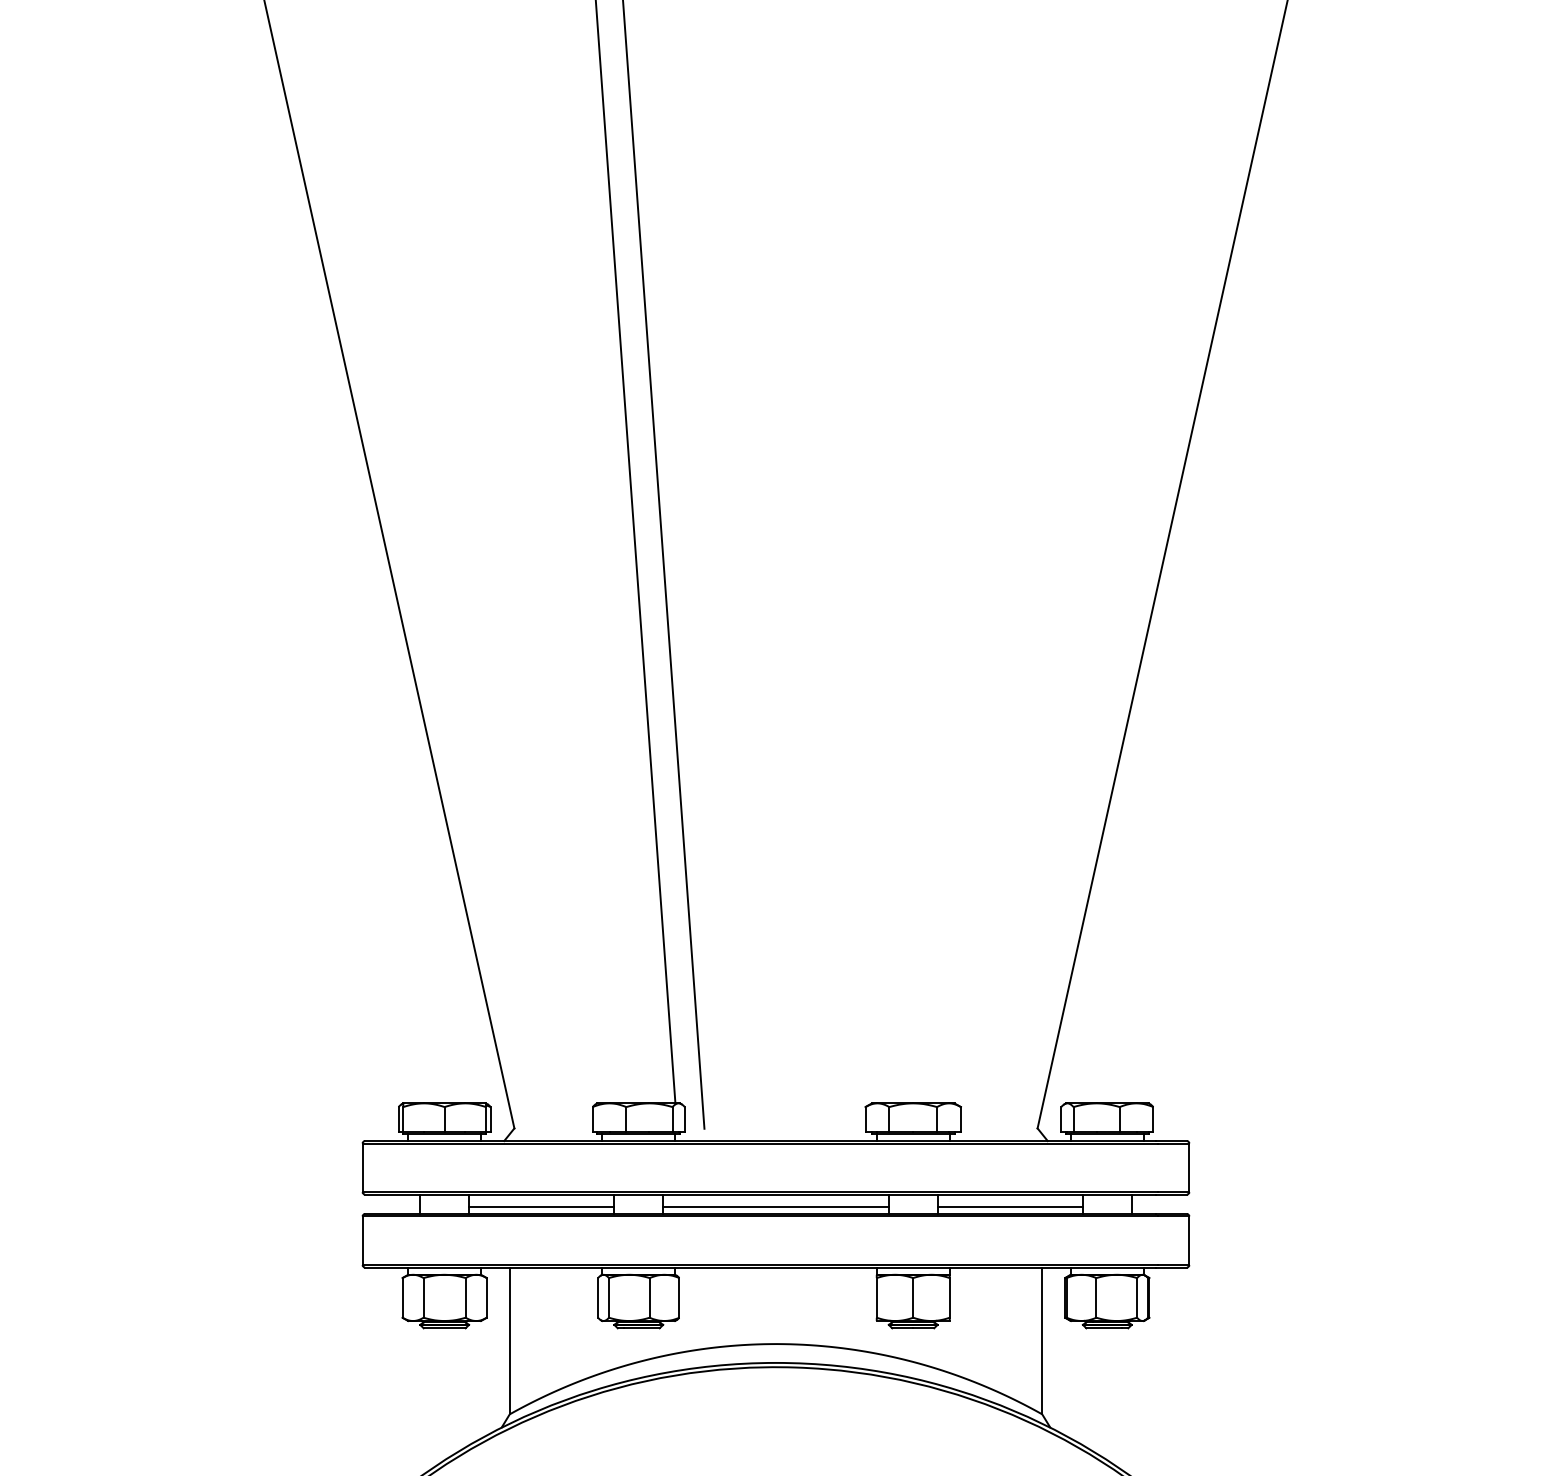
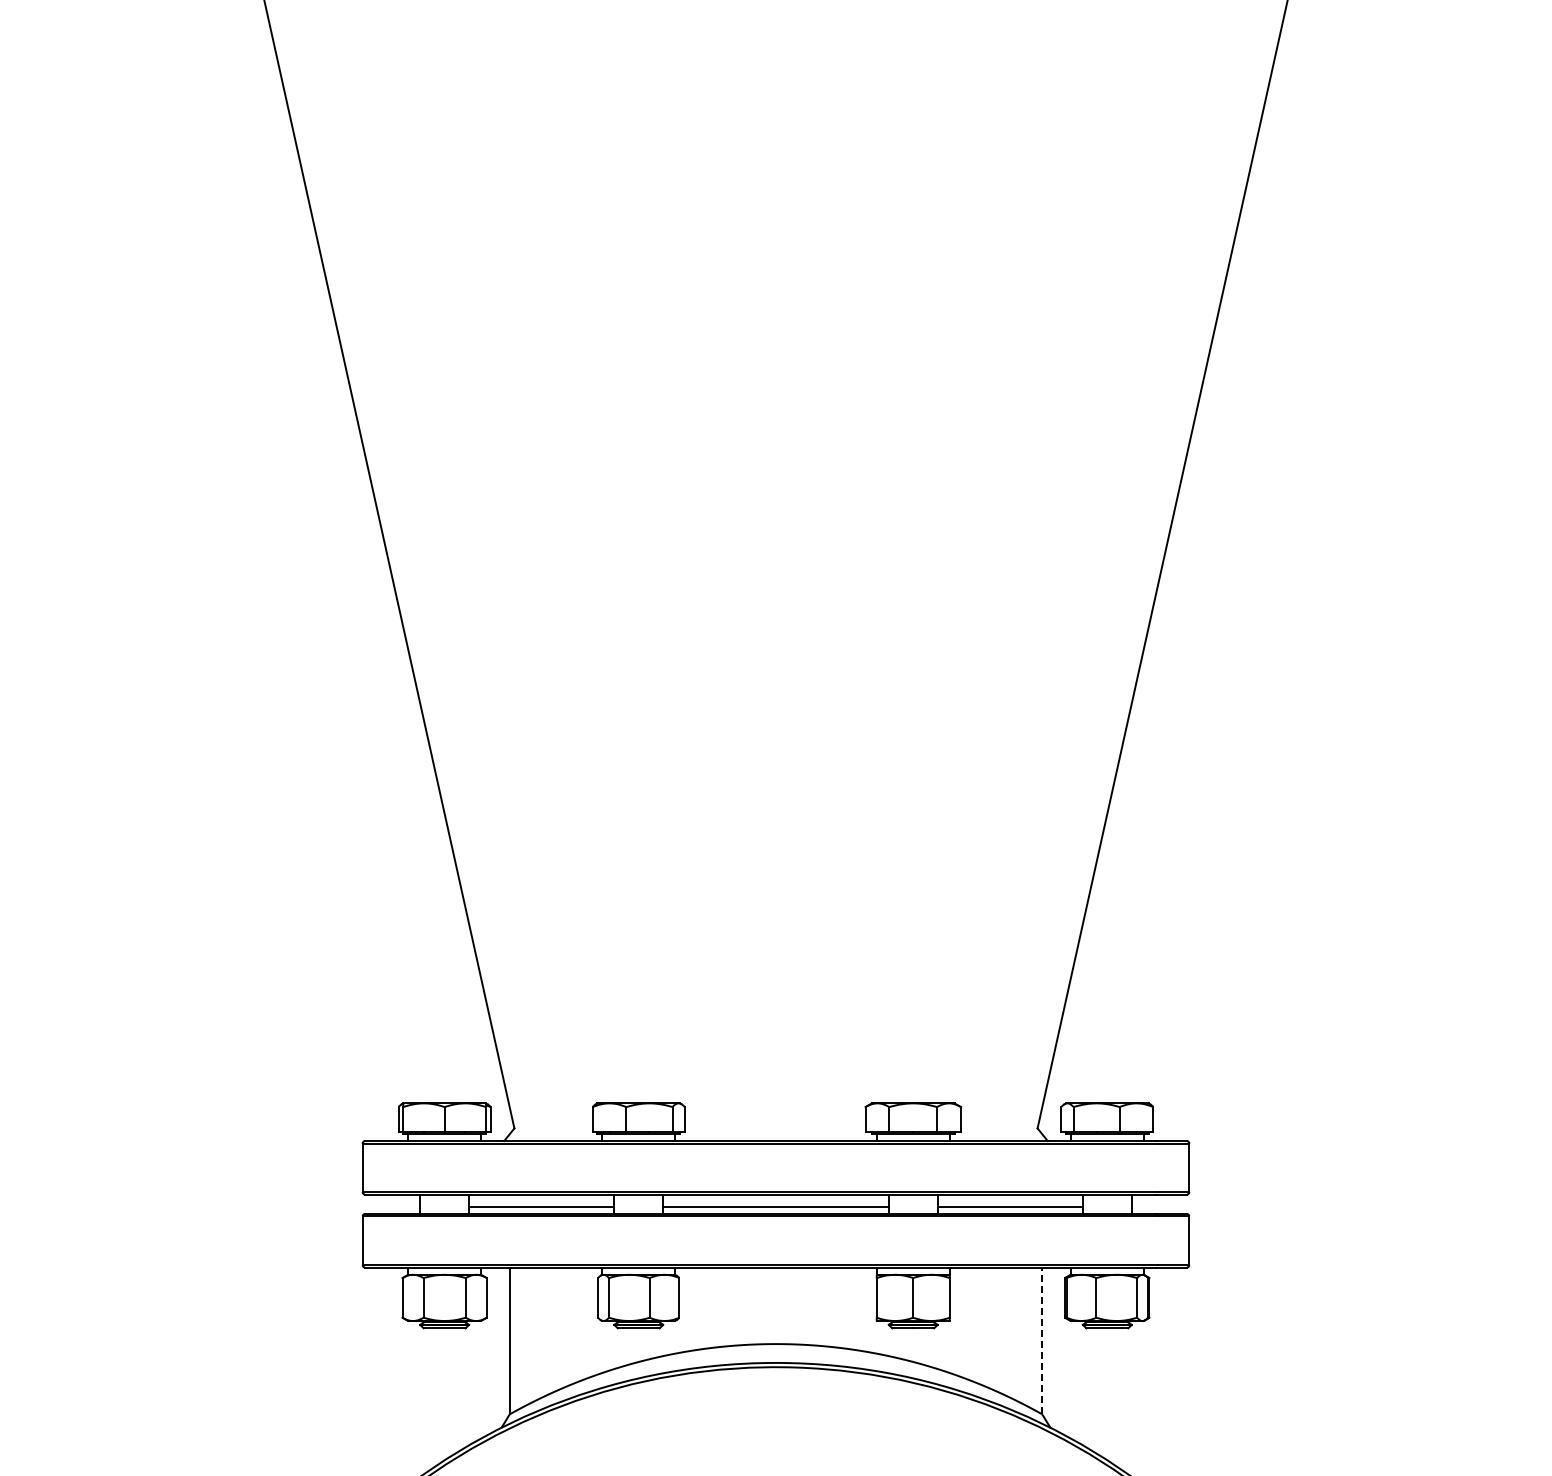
line at (635, 552): present -> none
line at (663, 565): present -> none
line at (1042, 1340): solid -> dashed
